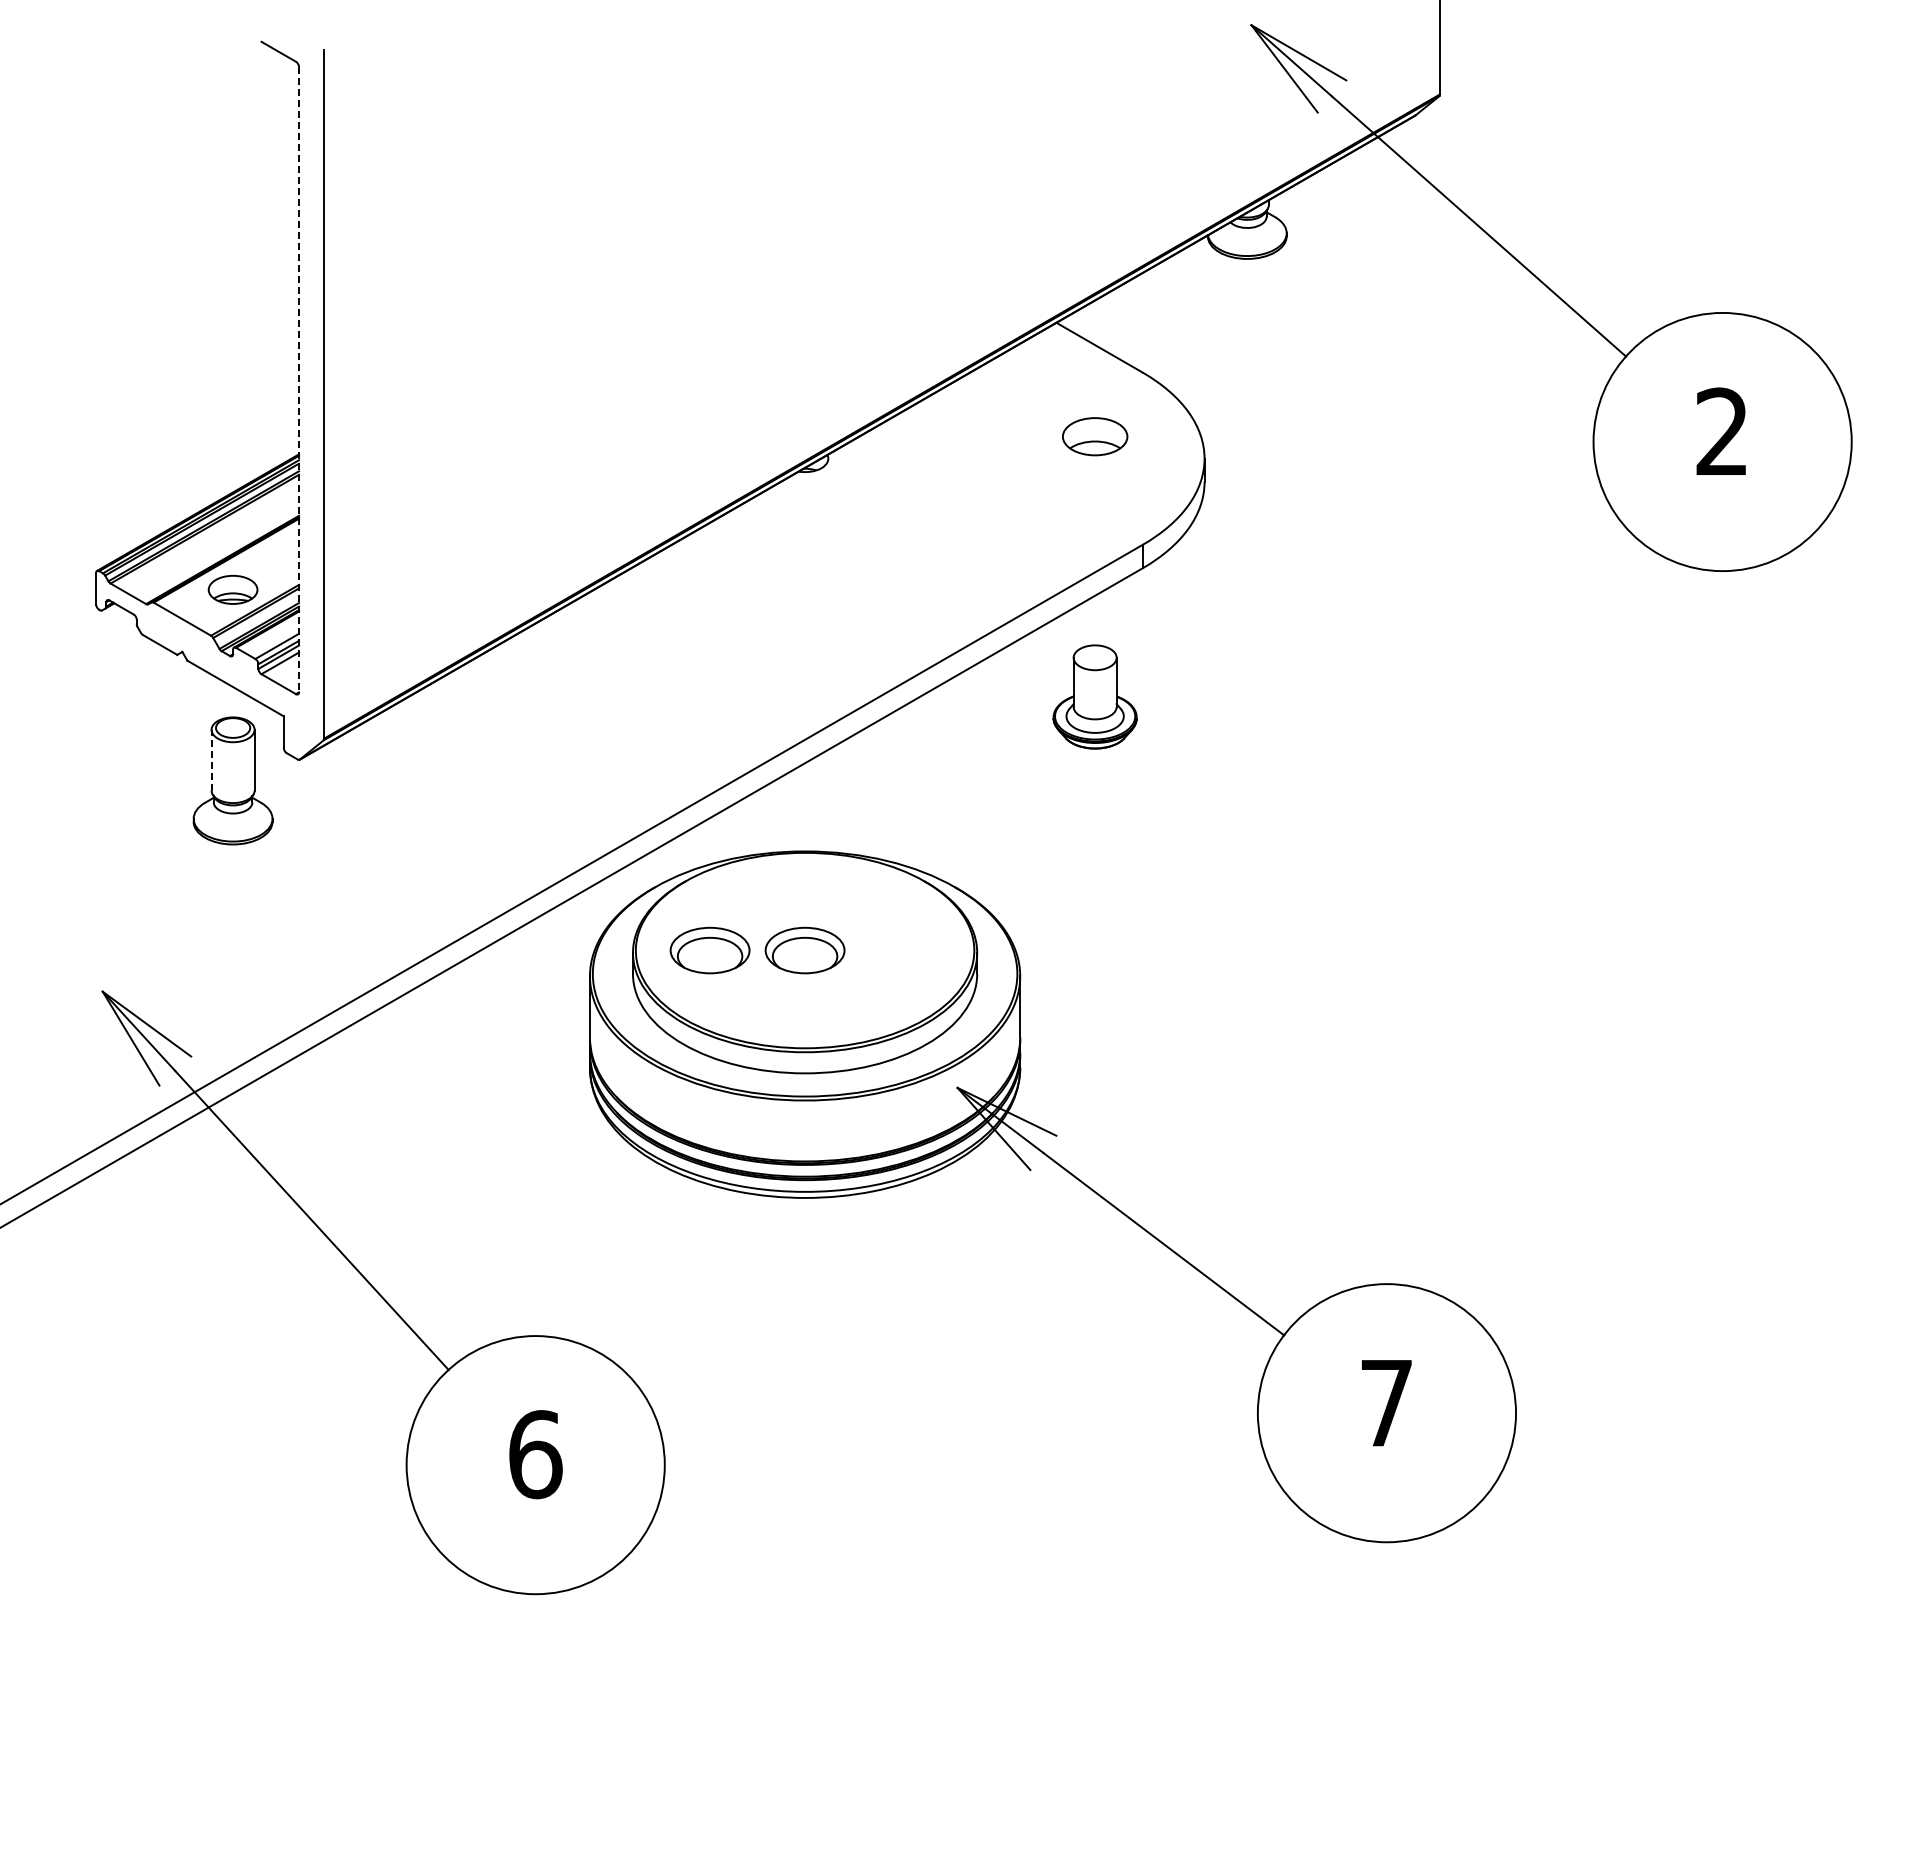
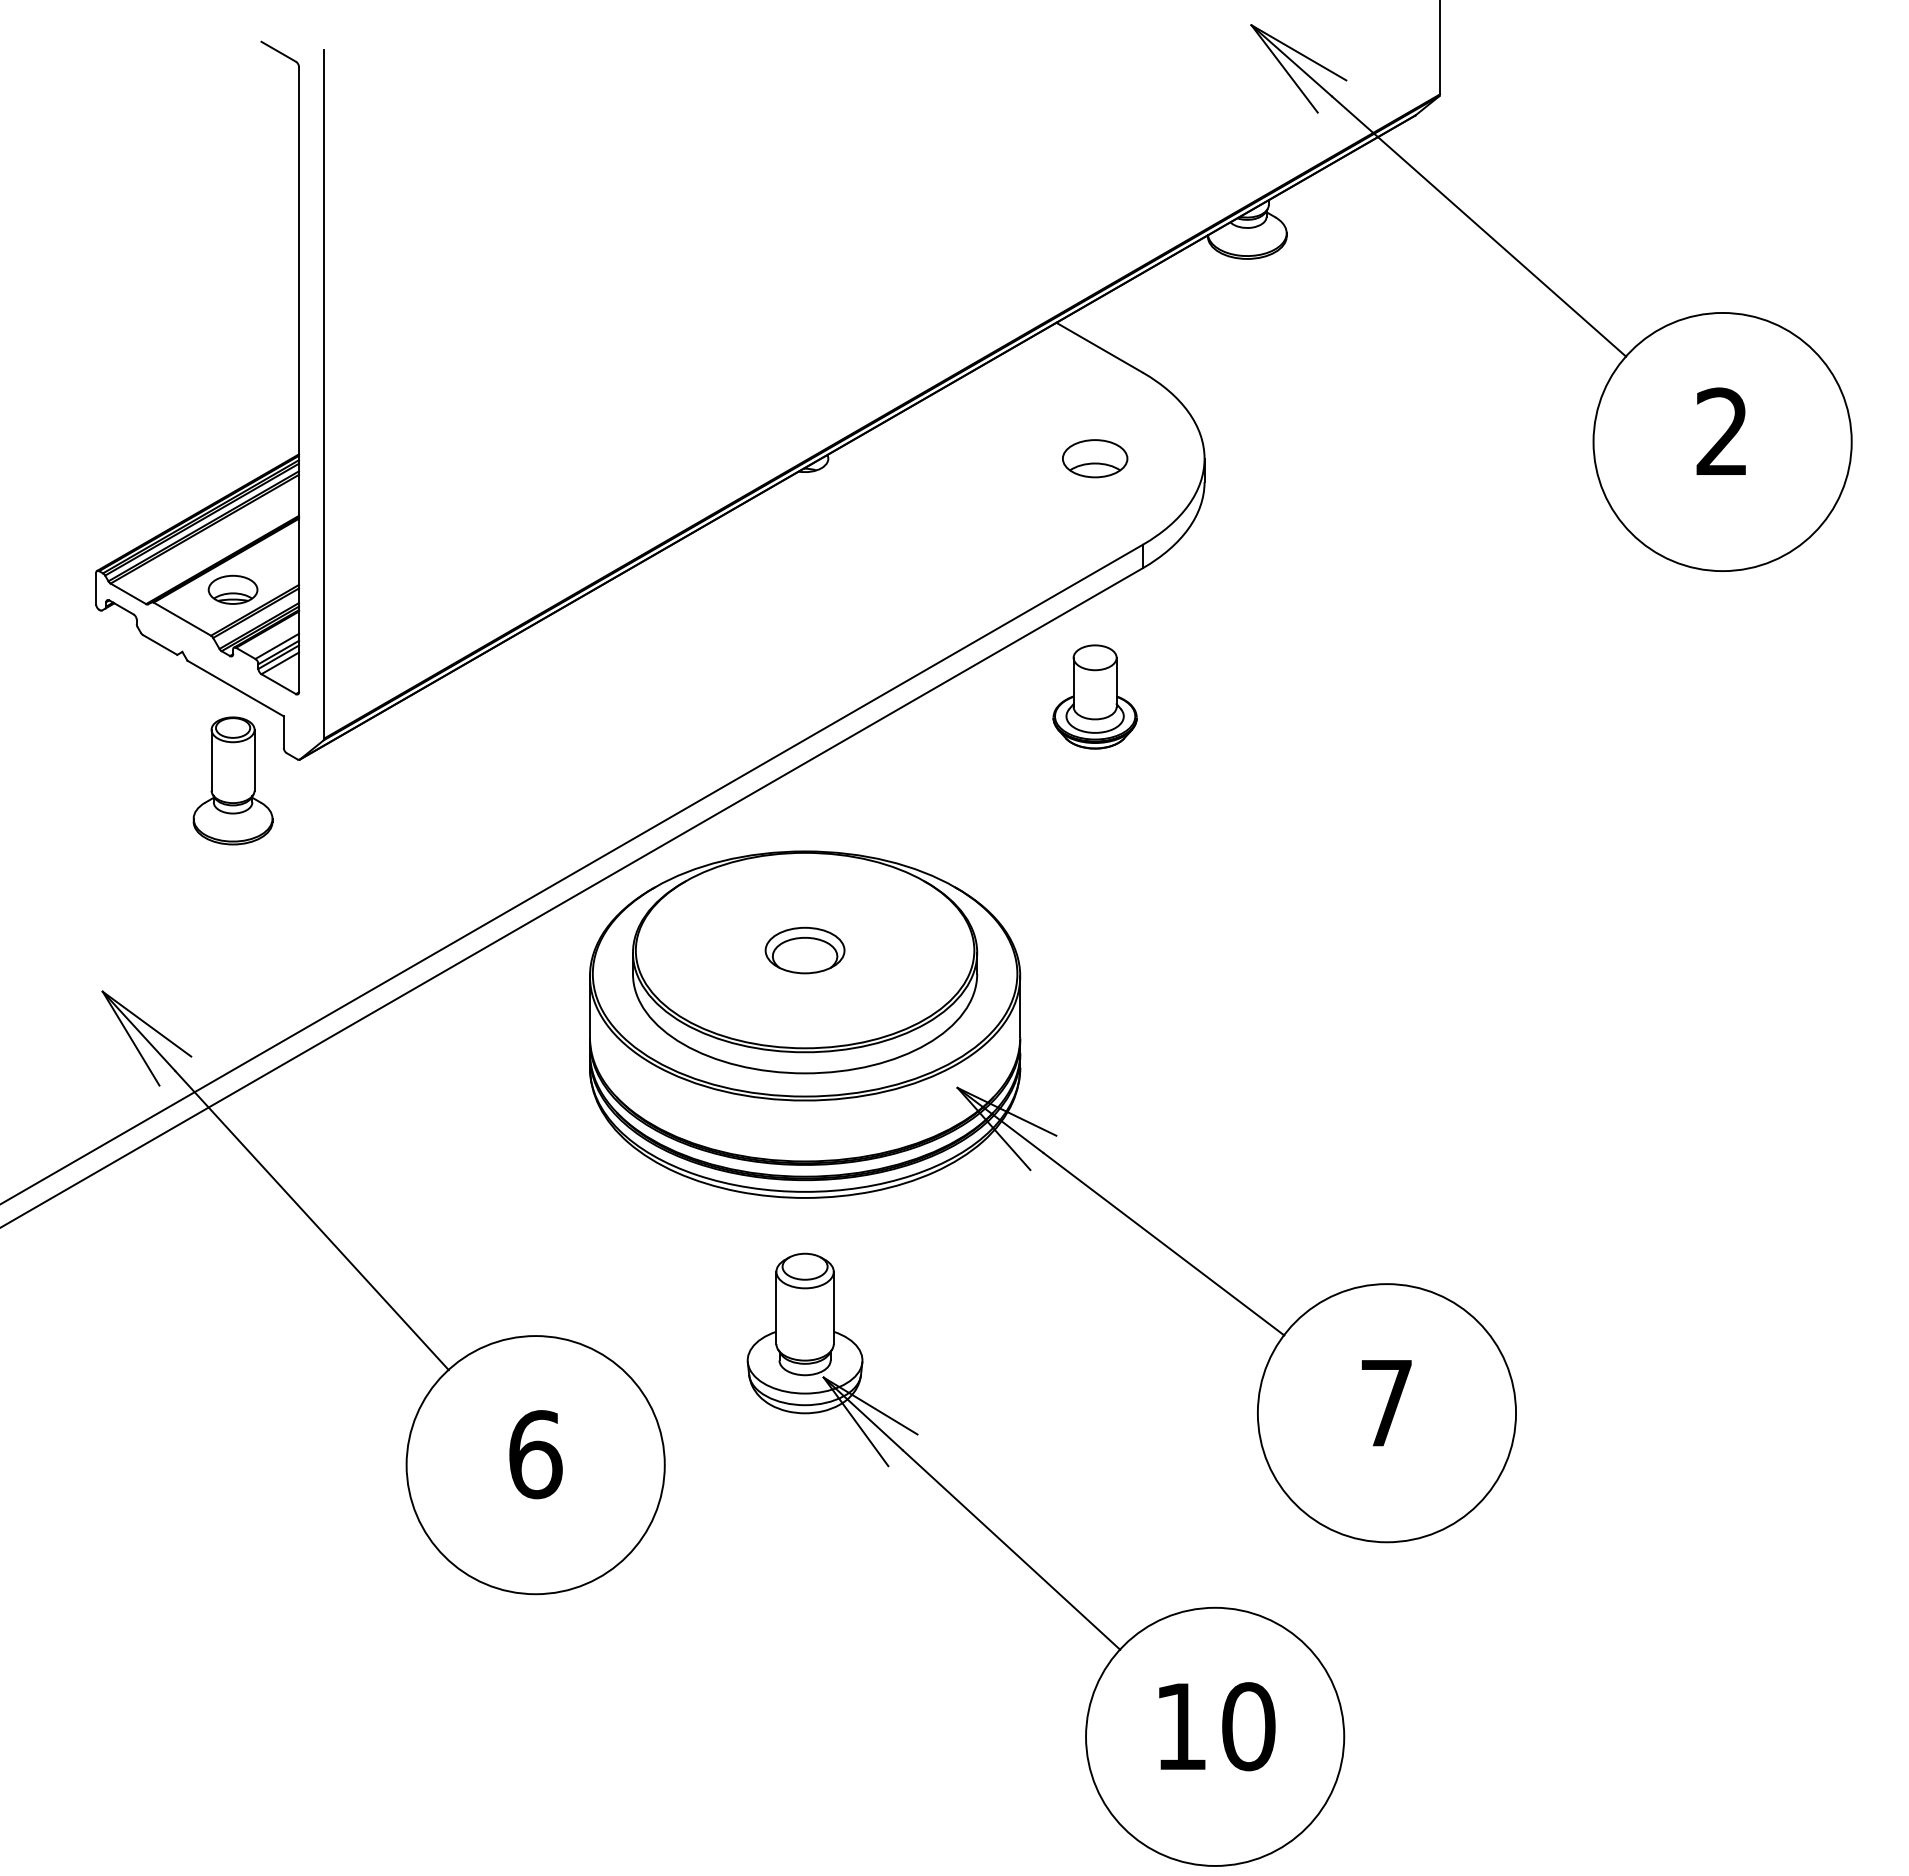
line at (299, 379): dashed -> solid
part at (1095, 436) position: (1095, 436) -> (1095, 458)
line at (211, 759): dashed -> solid
part at (709, 950): present -> none
part at (1034, 1569): none -> present
